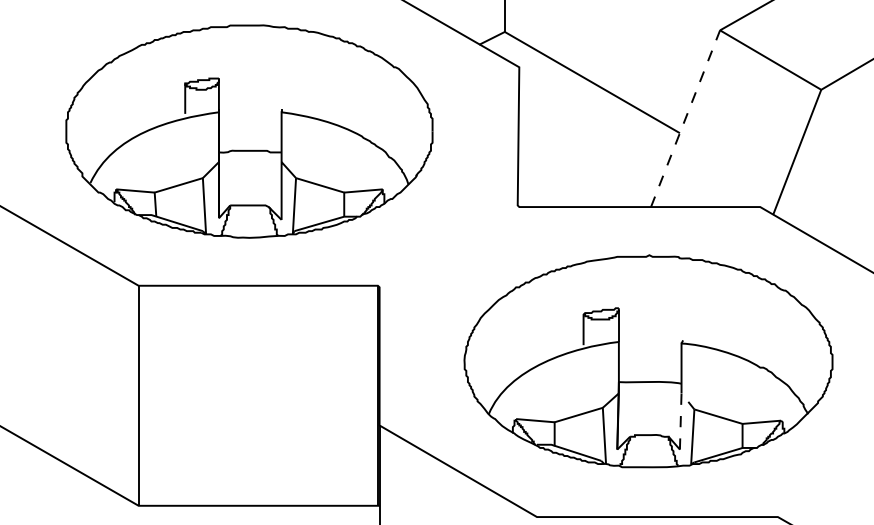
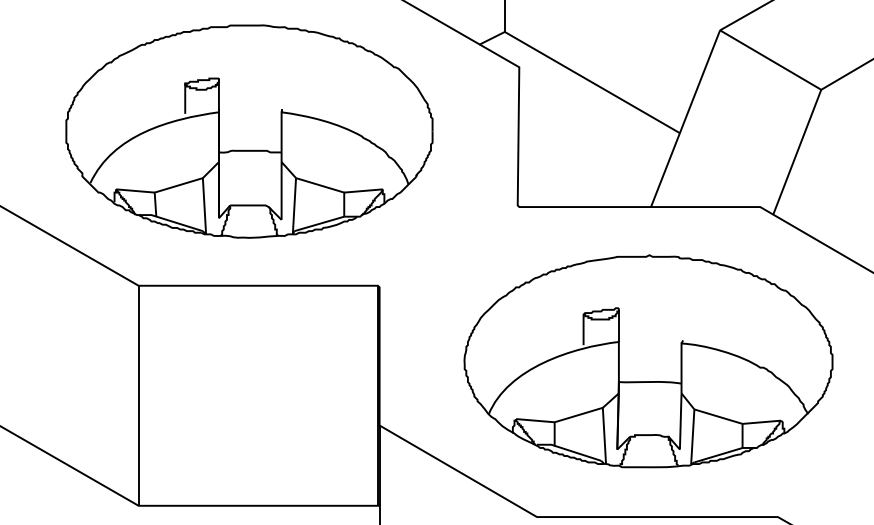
line at (685, 118): dashed -> solid
line at (681, 410): dashed -> solid
